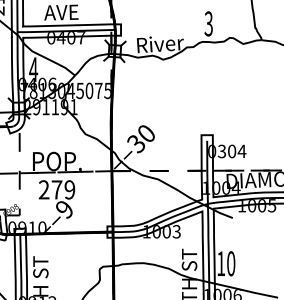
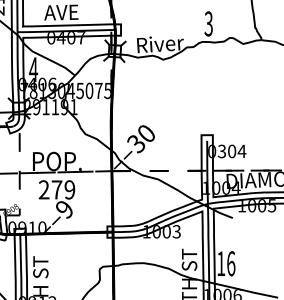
text at (231, 263): 10 -> 16
